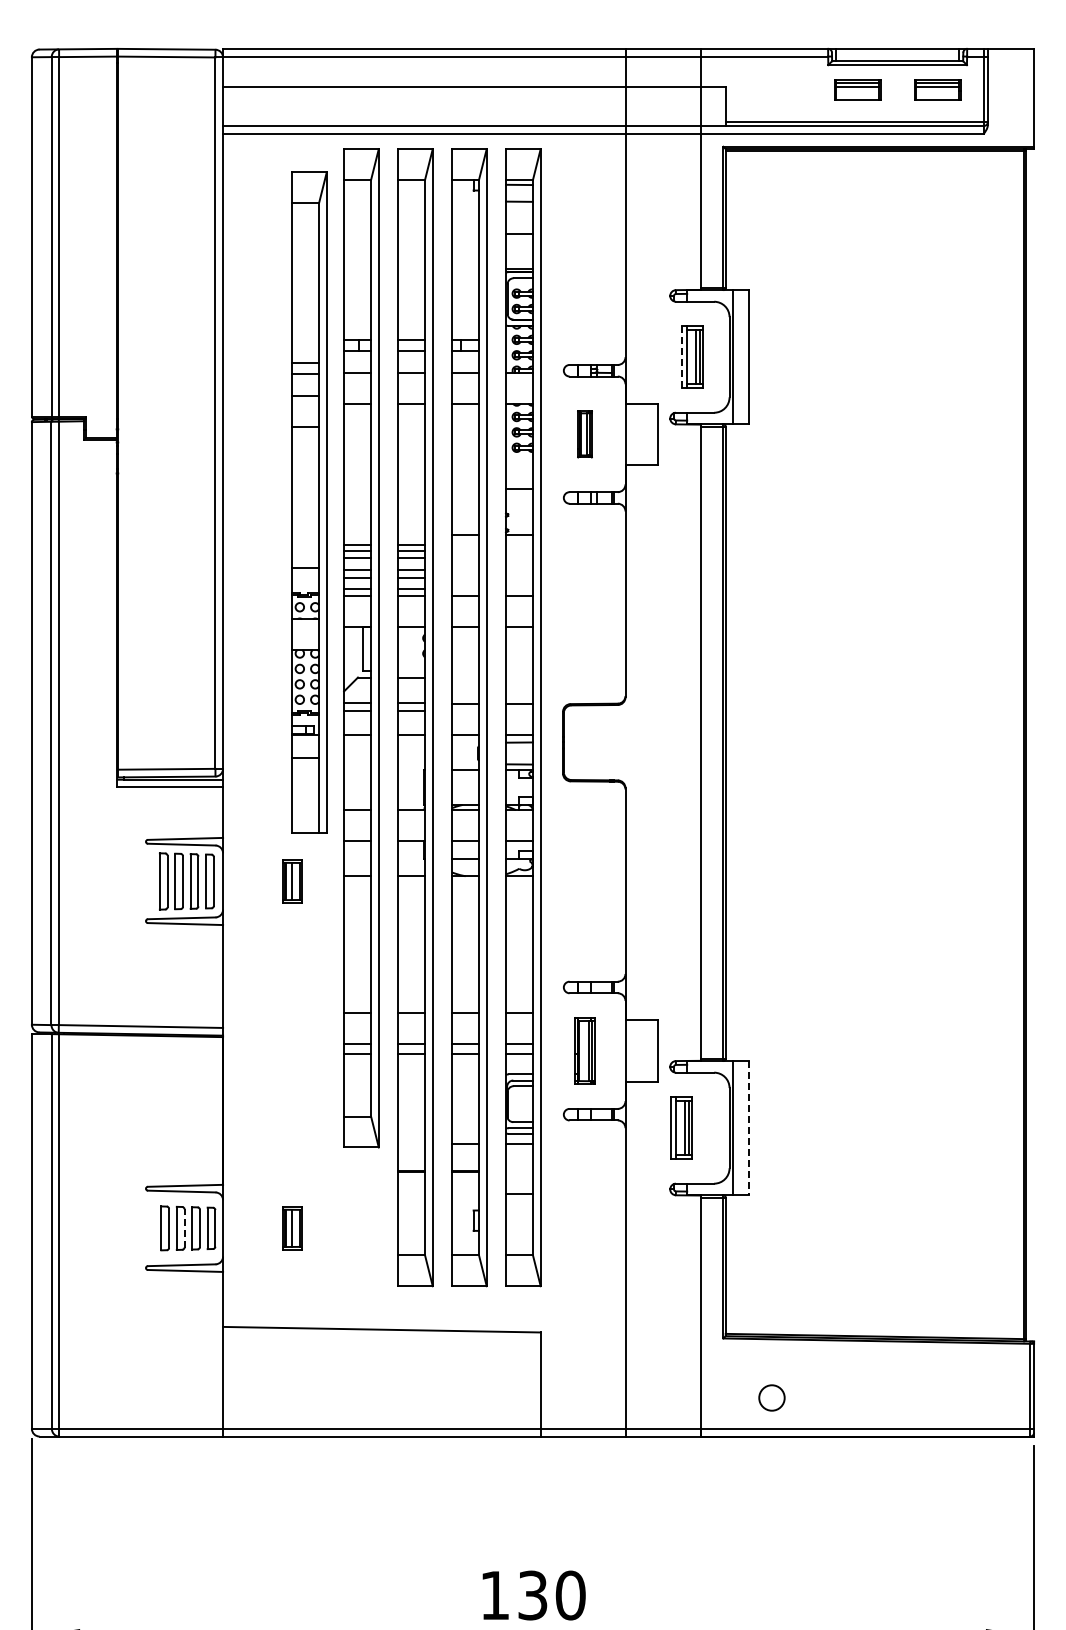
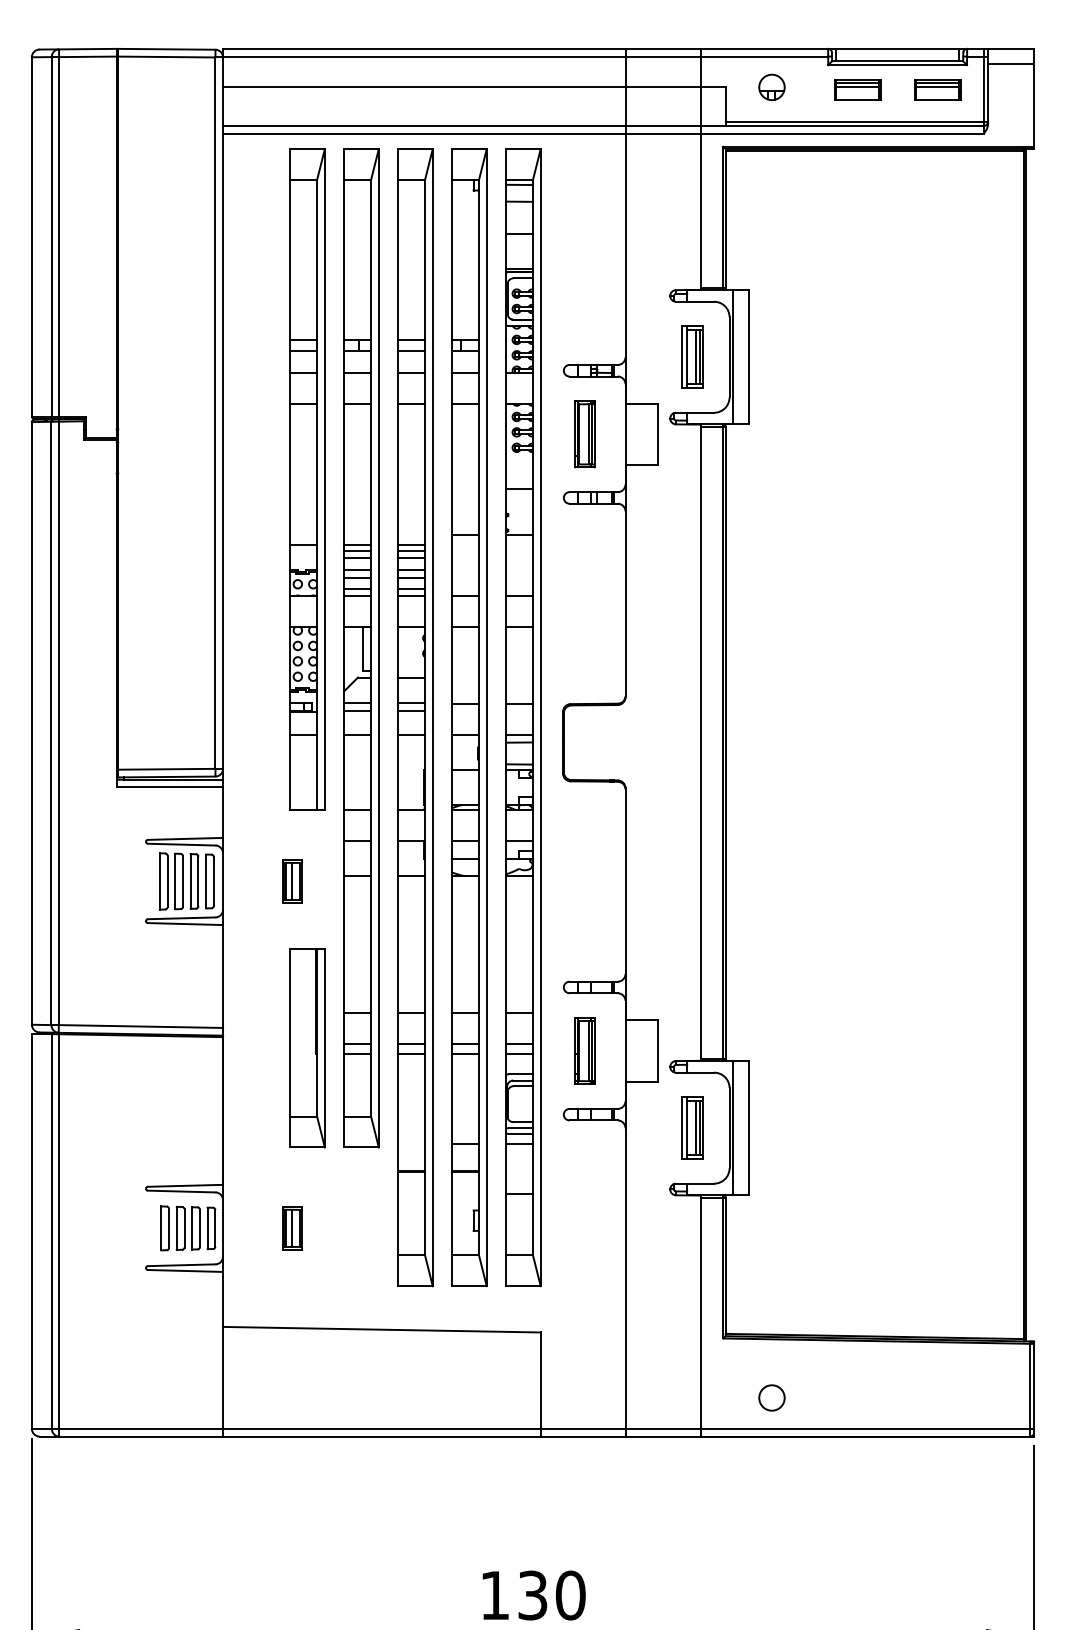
line at (1010, 64): none -> present
part at (771, 86): none -> present
line at (681, 357): dashed -> solid
part at (584, 434) size: 16x49 px -> 22x69 px
part at (309, 502) position: (309, 502) -> (307, 479)
part at (307, 1048): none -> present
part at (681, 1127) position: (681, 1127) -> (692, 1127)
line at (748, 1128): dashed -> solid
line at (184, 1227): dashed -> solid
